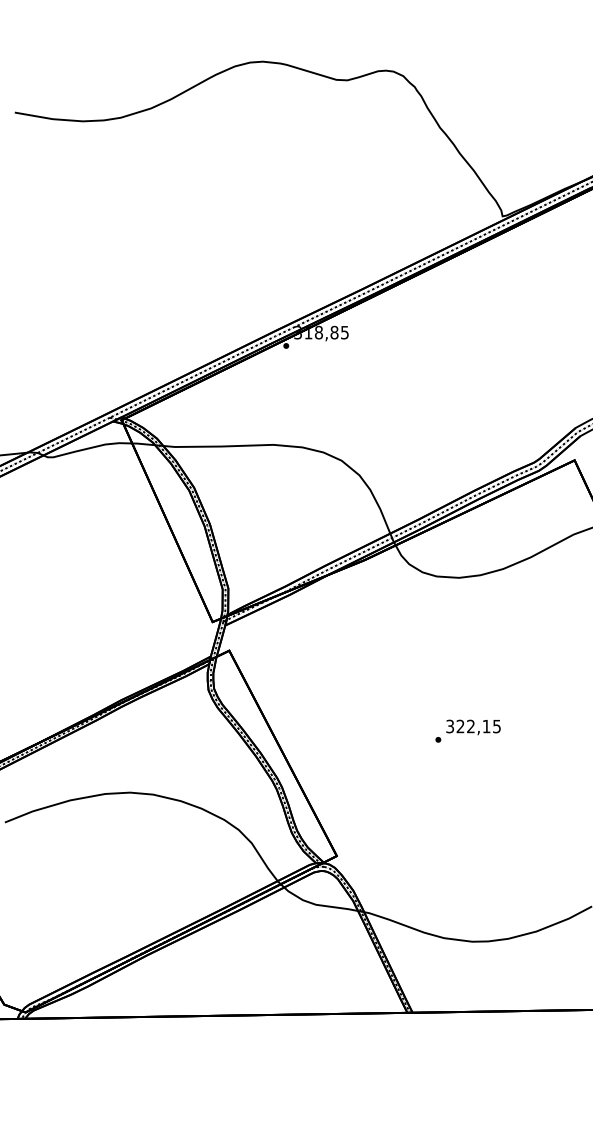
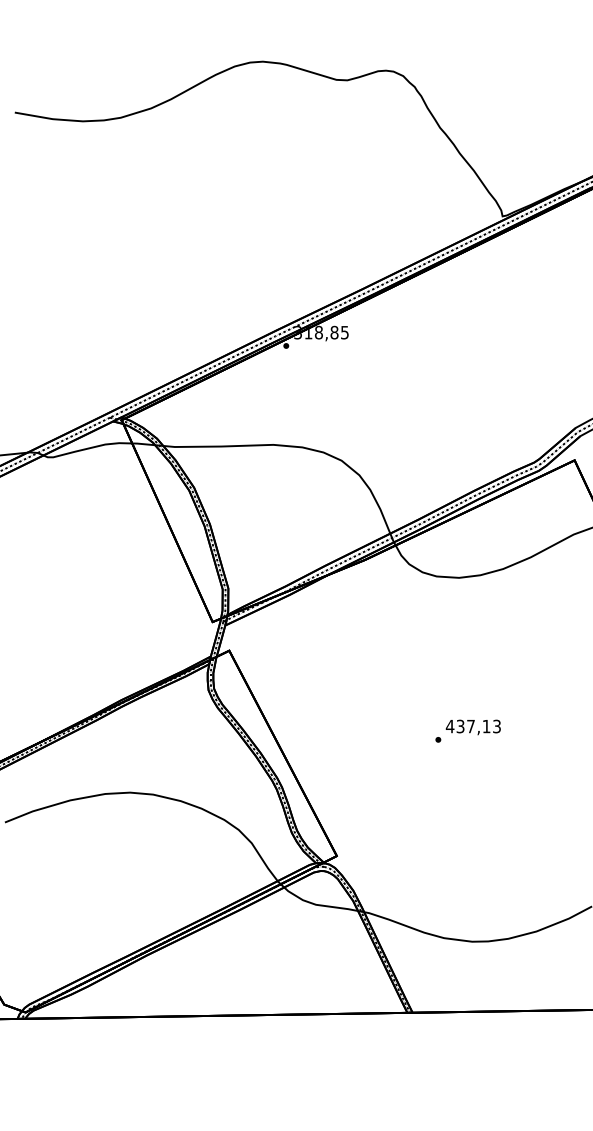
text at (472, 726): 322,15 -> 437,13
